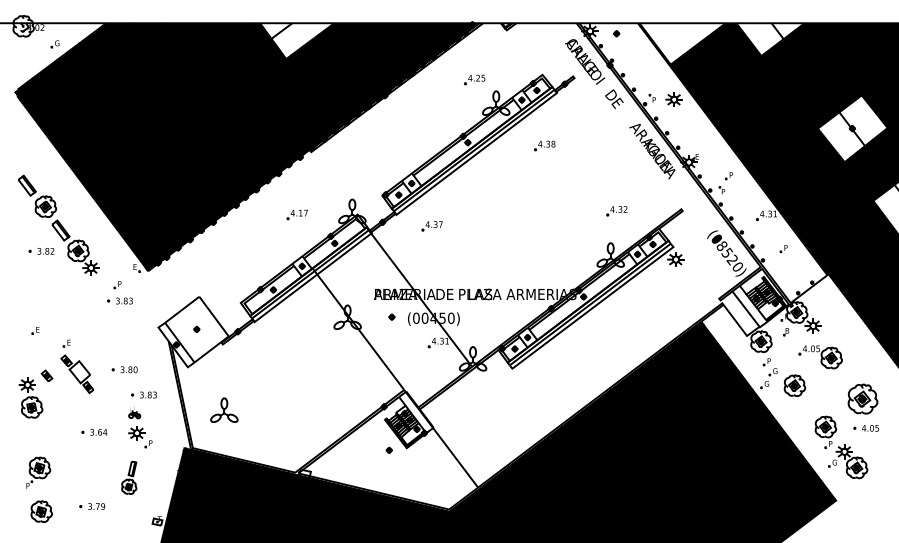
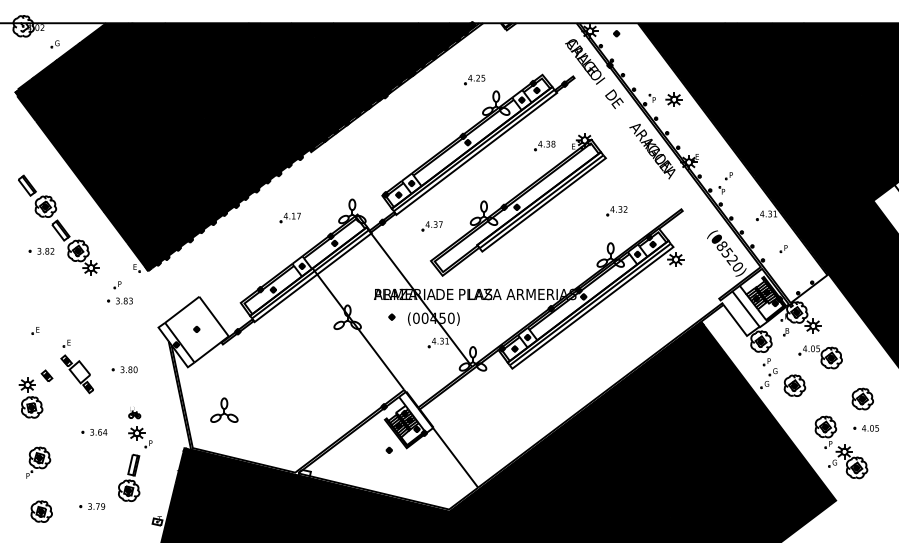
fill at (770, 39): none -> present
fill at (297, 41): none -> present
fill at (682, 43): none -> present
fill at (852, 128): none -> present
part at (518, 204): none -> present
part at (296, 214) position: (296, 214) -> (289, 217)
part at (143, 394): present -> none
part at (862, 398) size: 32x32 px -> 23x24 px
part at (38, 472) position: (38, 472) -> (38, 462)
part at (129, 477) size: 17x35 px -> 23x49 px
